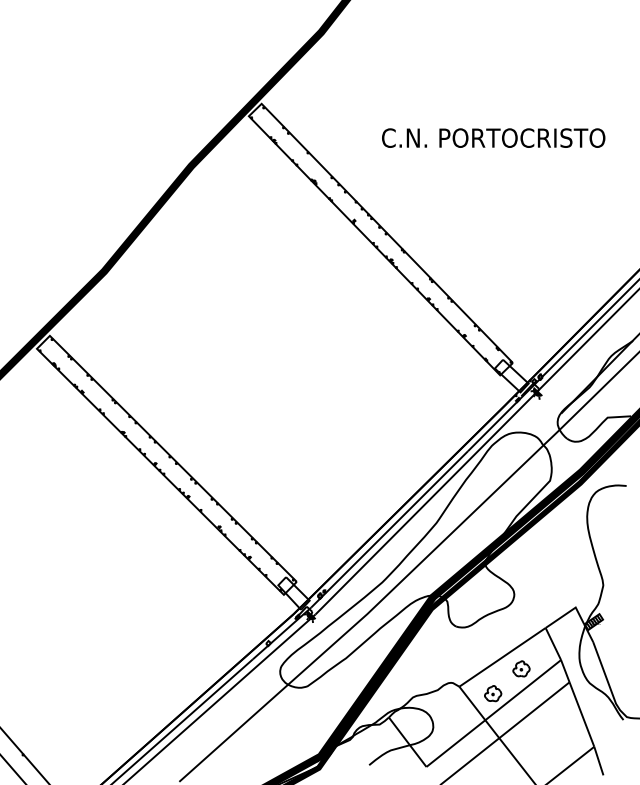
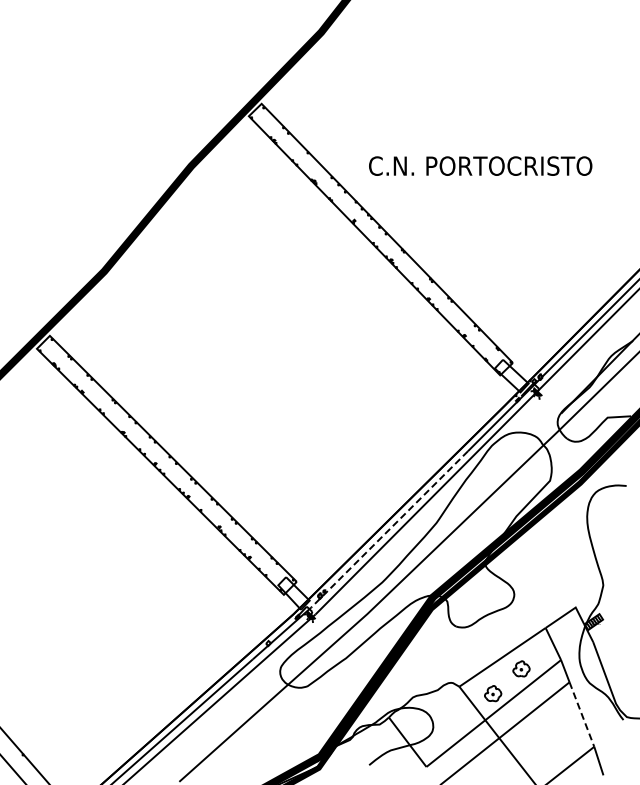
text at (493, 137) position: (493, 137) -> (480, 165)
line at (389, 529): solid -> dashed
line at (581, 714): solid -> dashed
